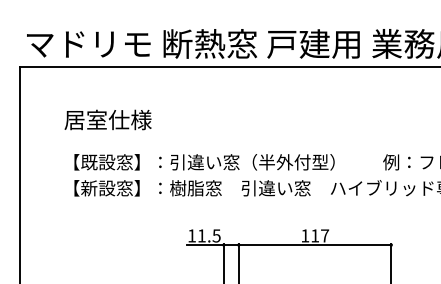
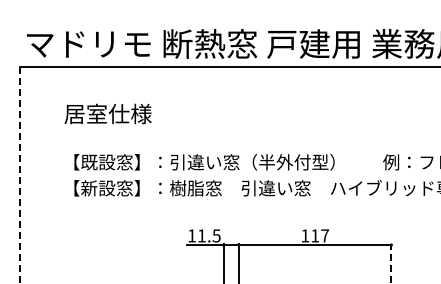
text at (107, 119) position: (107, 119) -> (107, 113)
line at (19, 175): solid -> dashed
line at (391, 263): solid -> dashed
